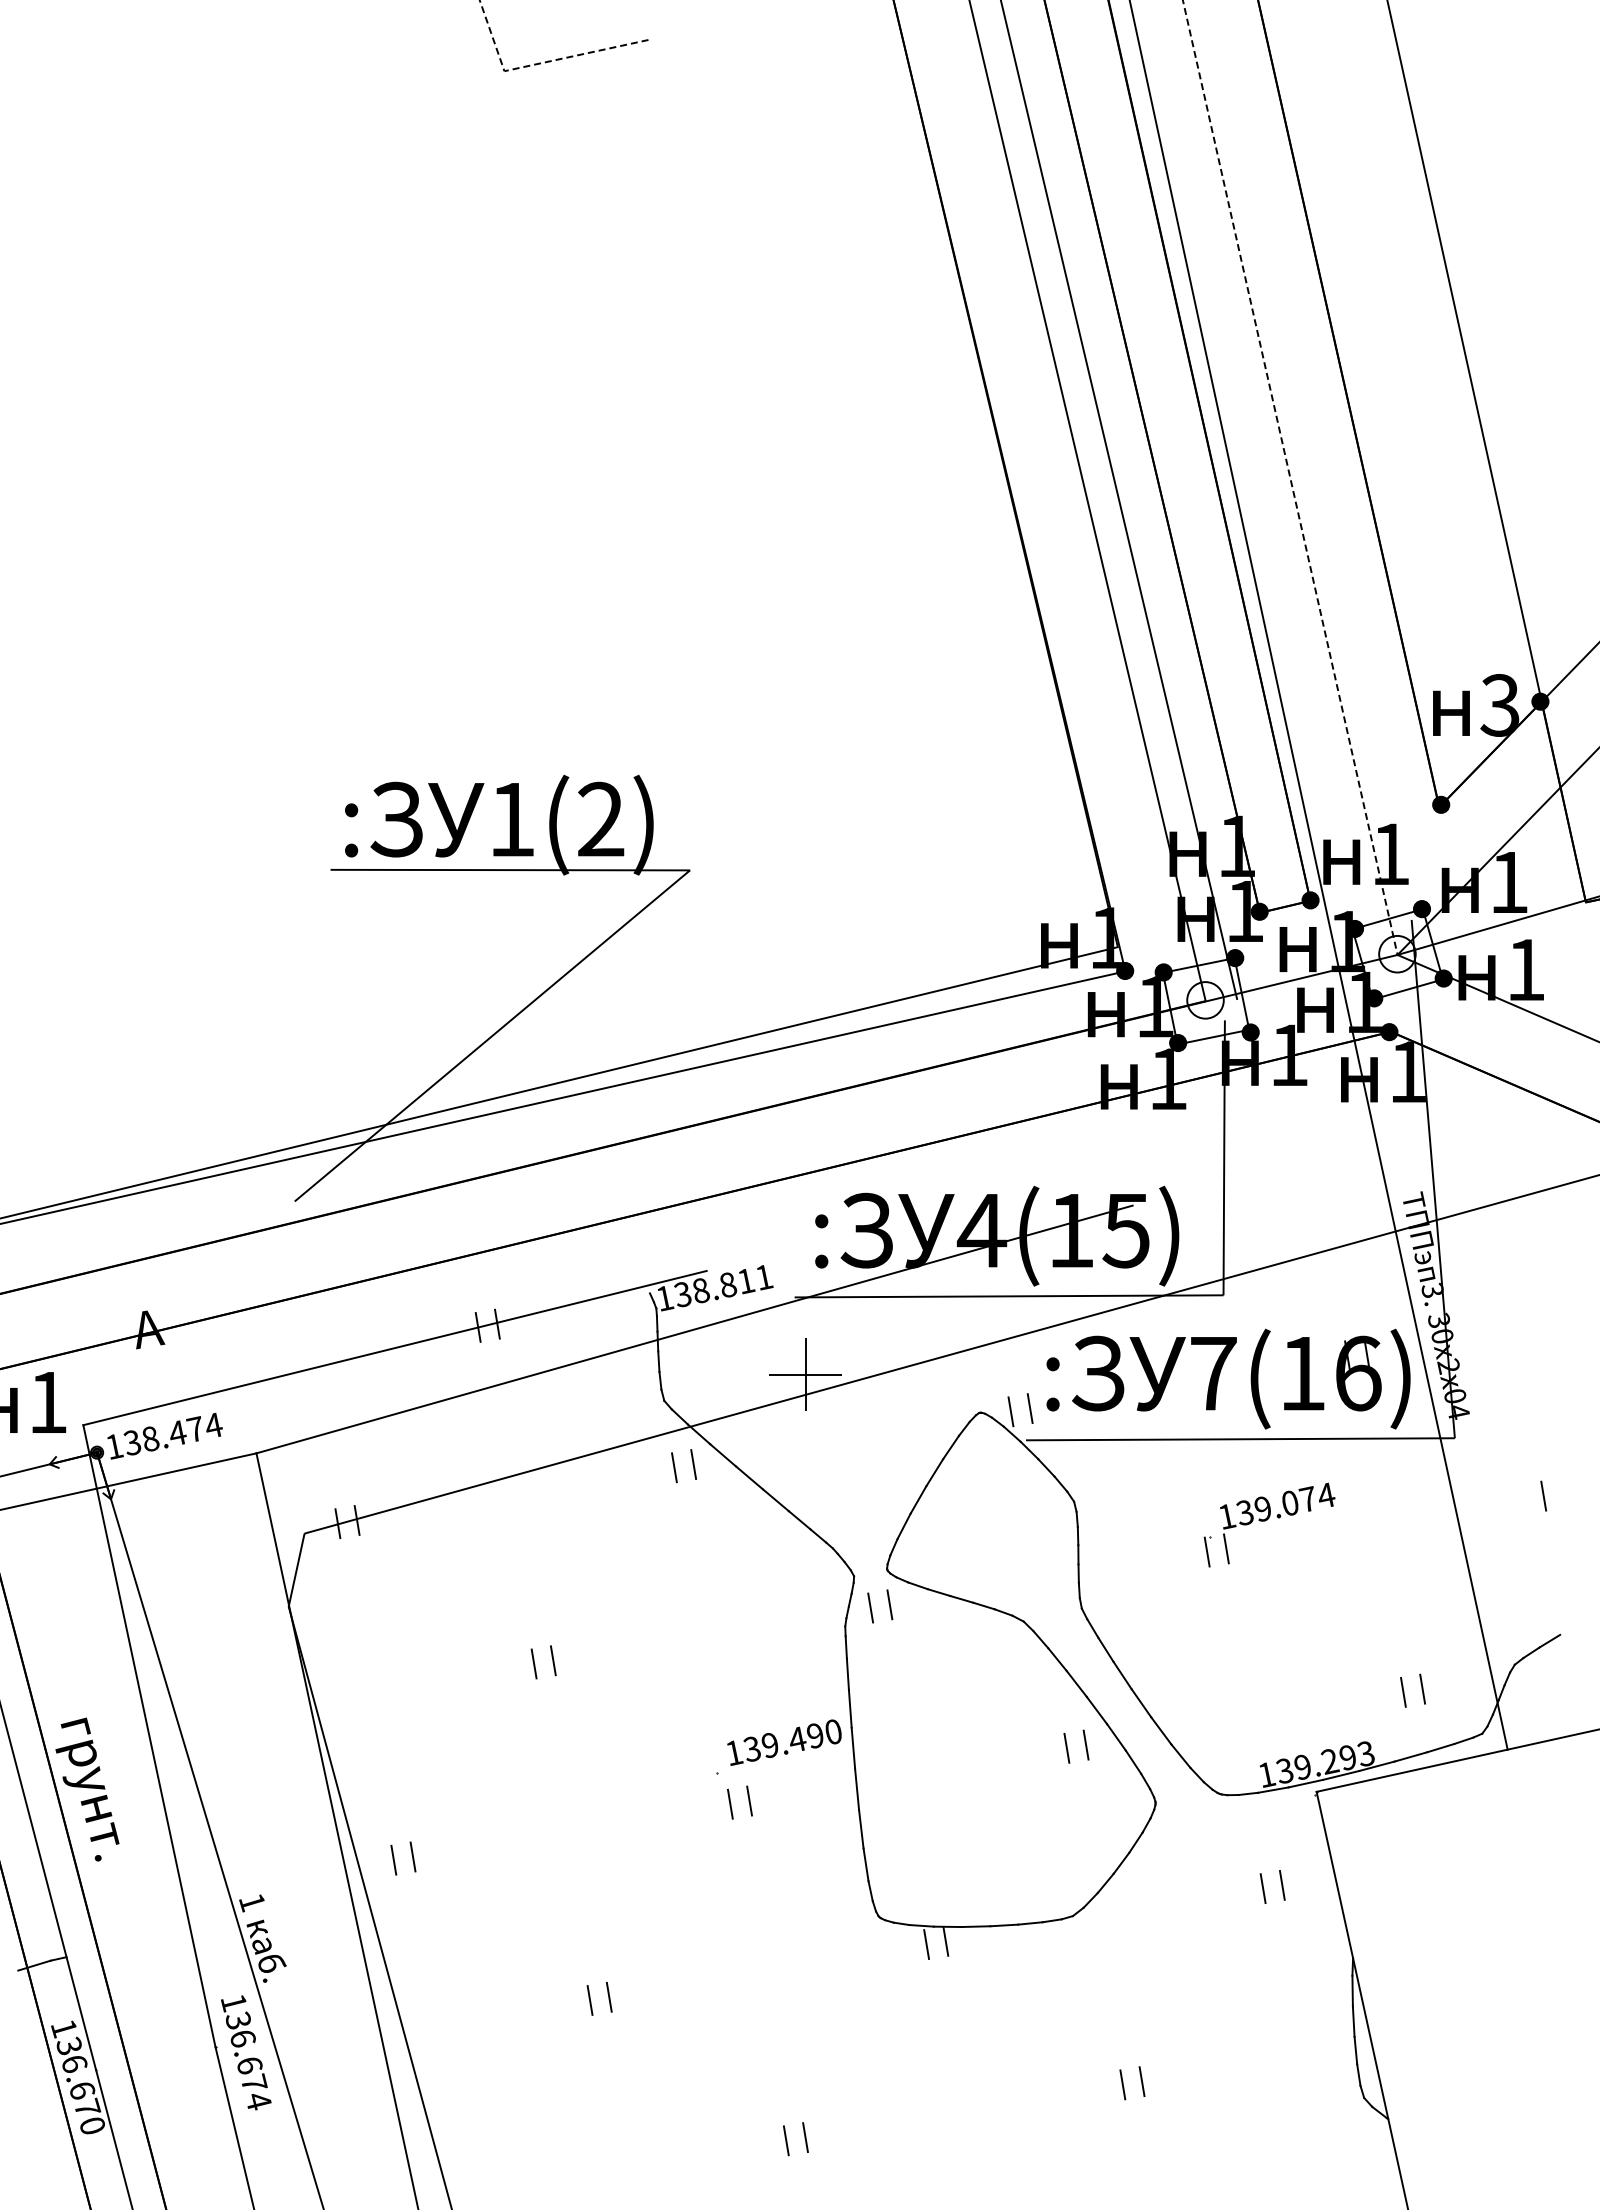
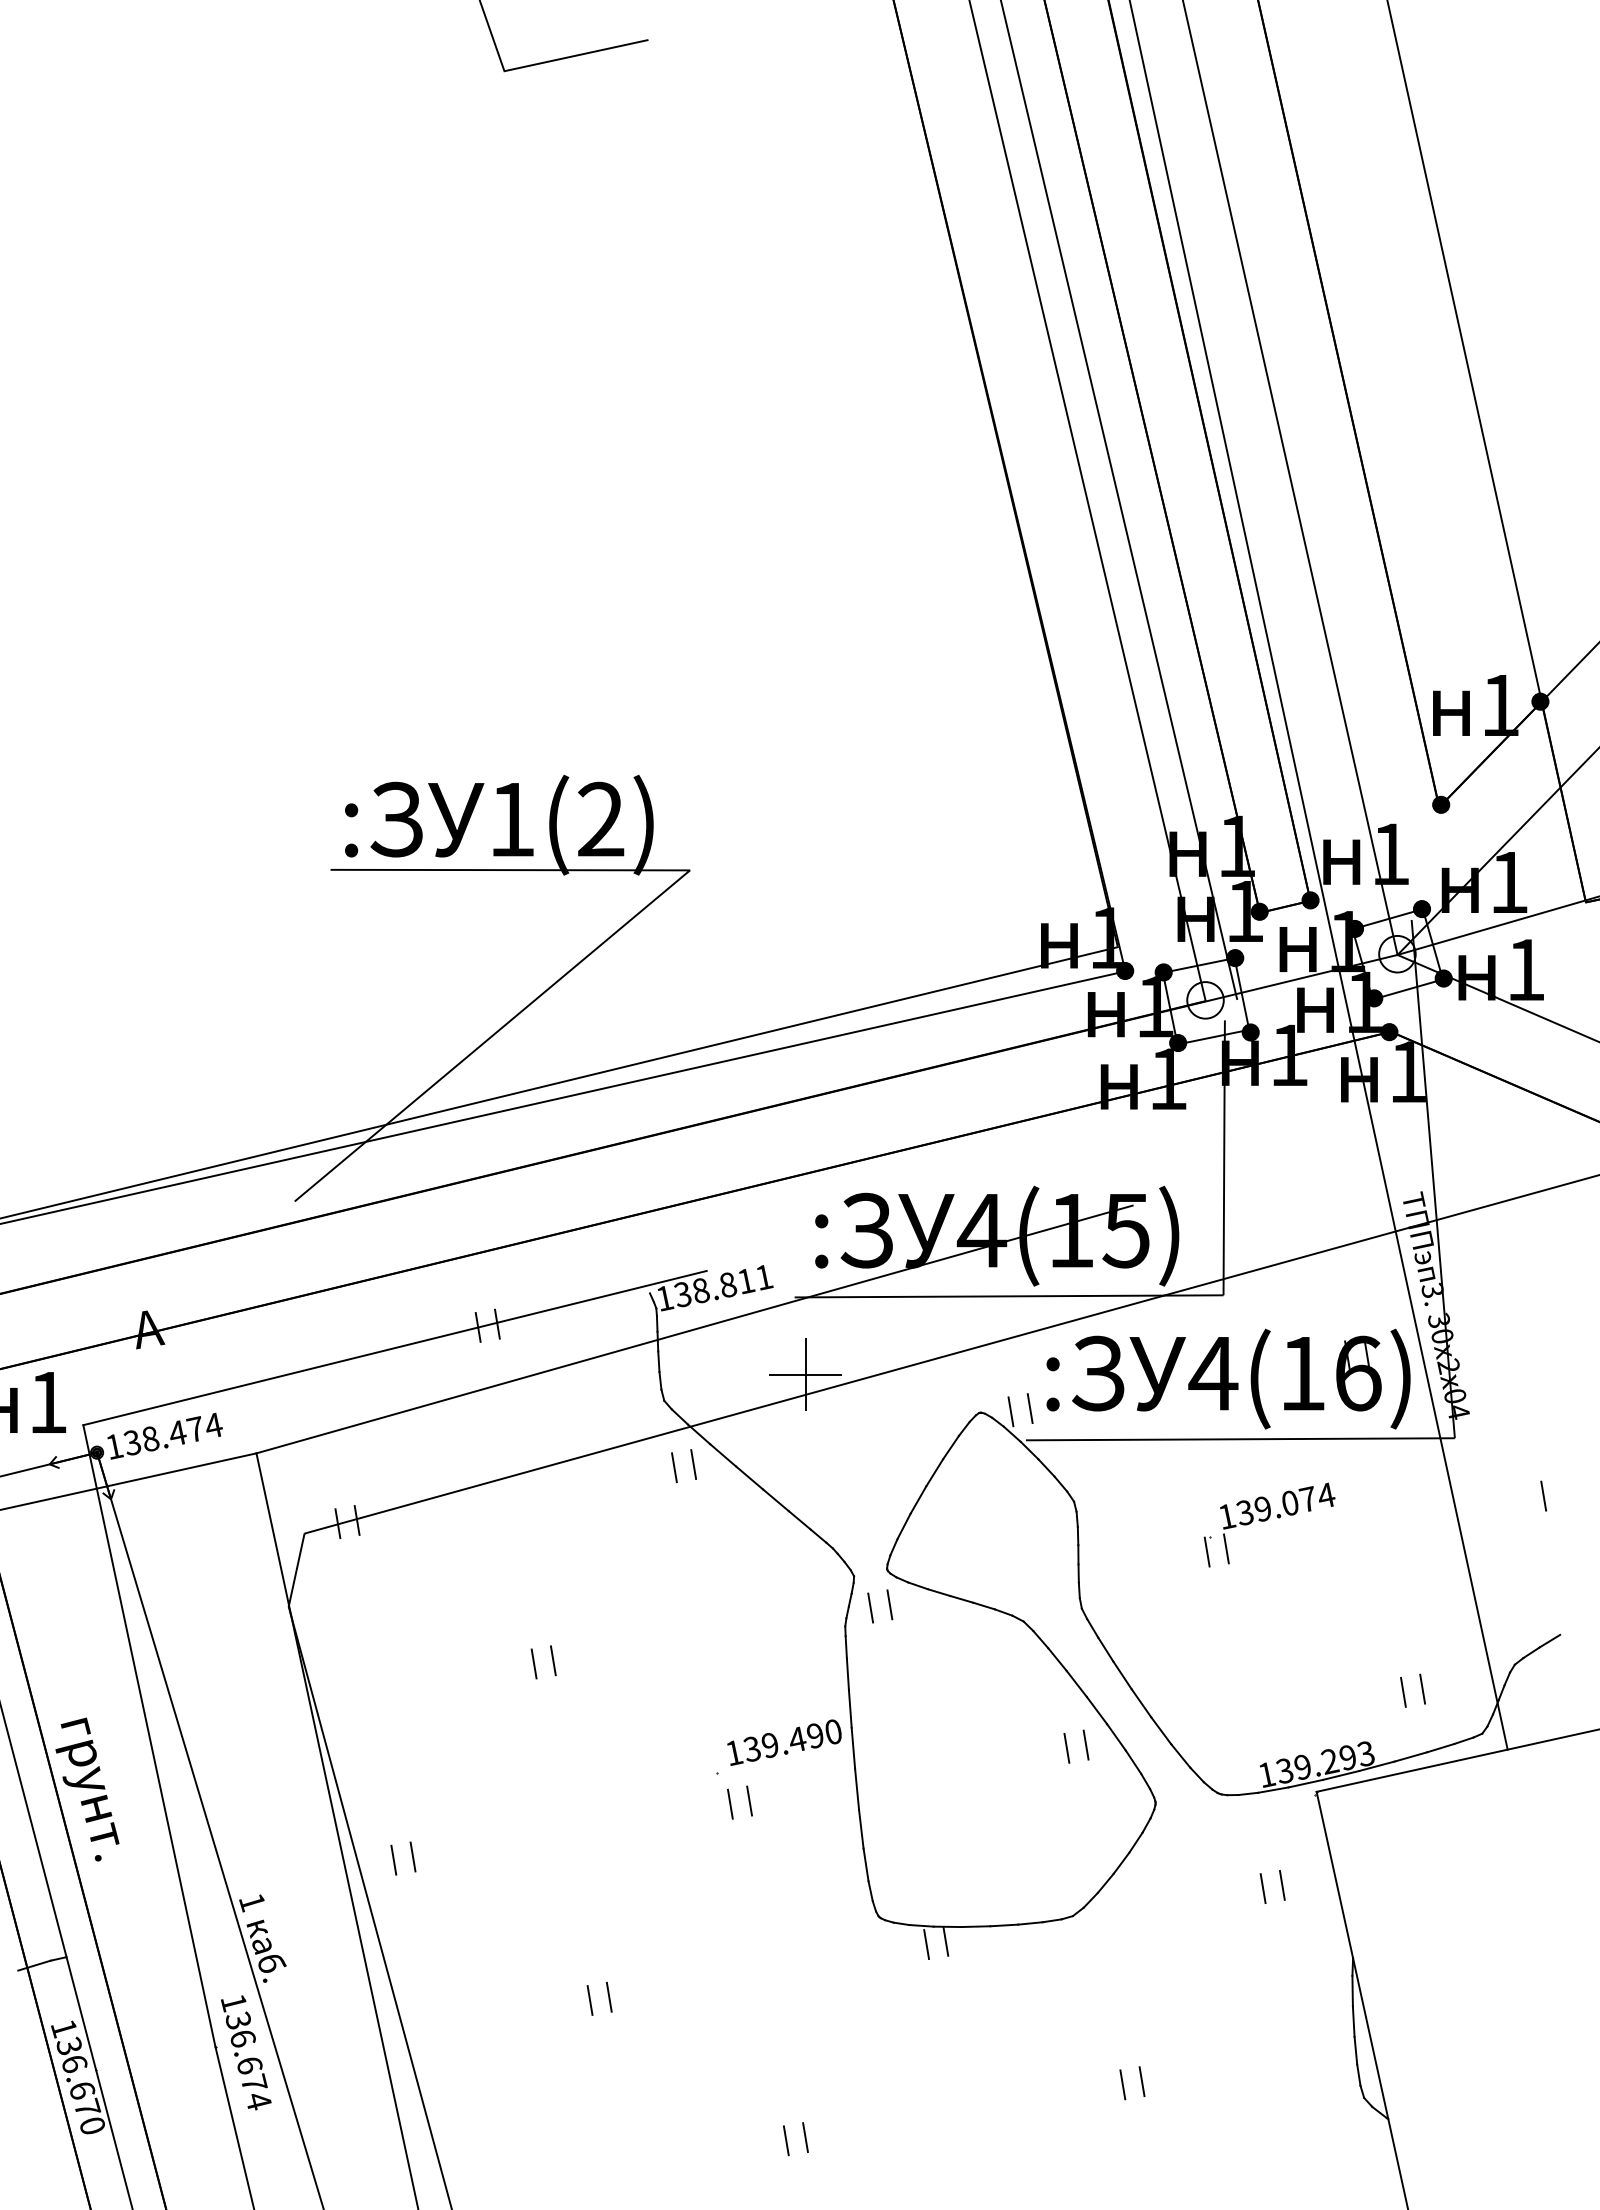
line at (539, 63): dashed -> solid
line at (1290, 477): dashed -> solid
text at (1499, 705): 3 -> 1
text at (1213, 1373): 7(16) -> 4(16)
